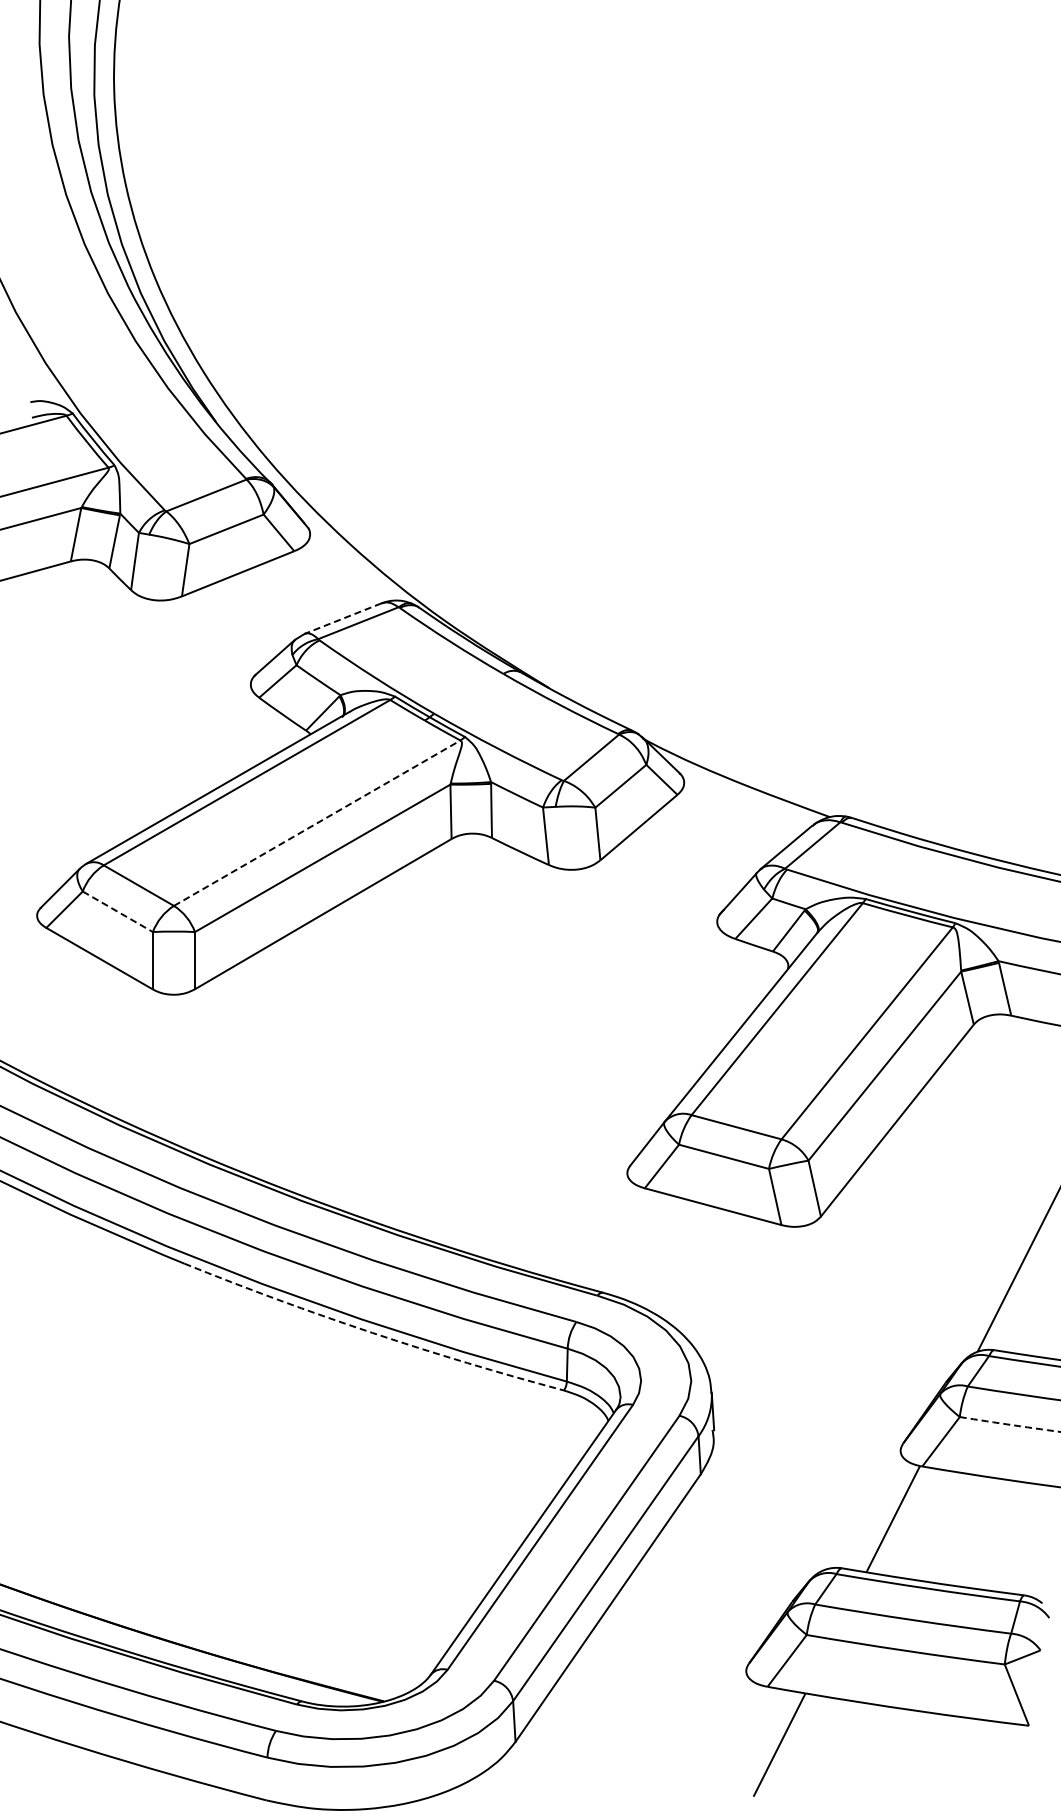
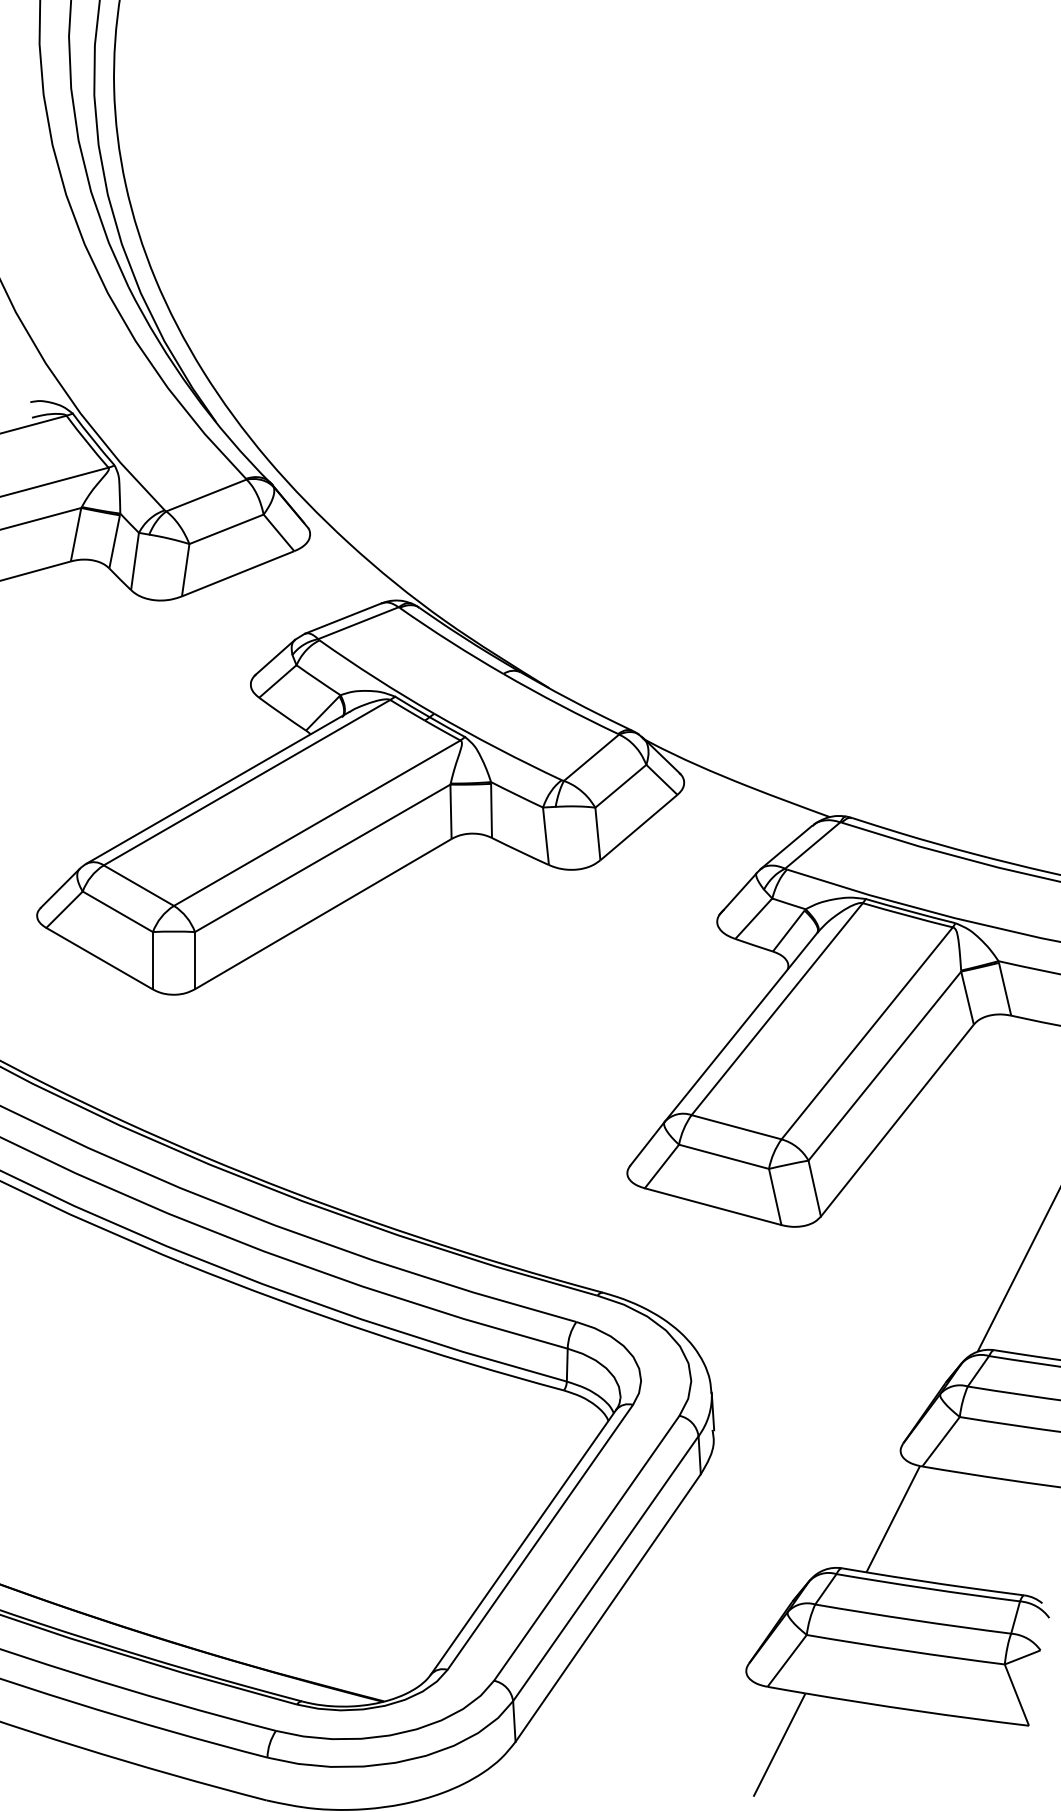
line at (342, 618): dashed -> solid
line at (317, 822): dashed -> solid
line at (117, 911): dashed -> solid
arc at (372, 1332): dashed -> solid
arc at (1010, 1424): dashed -> solid
